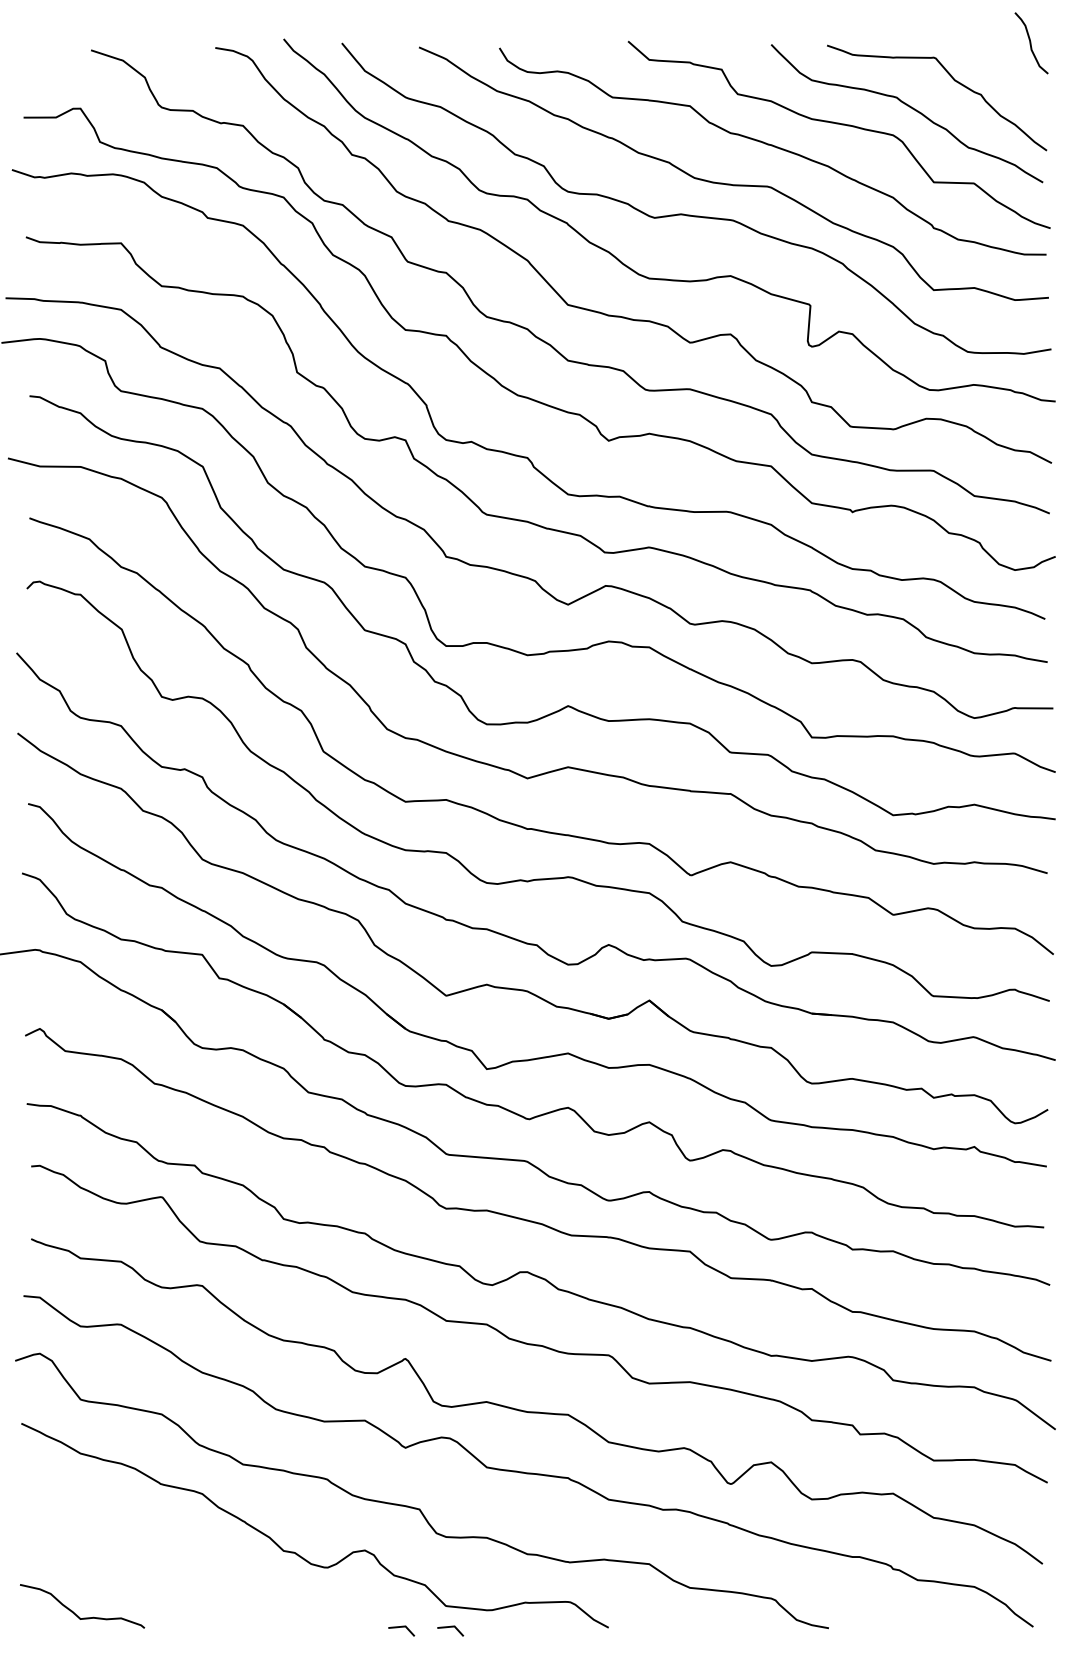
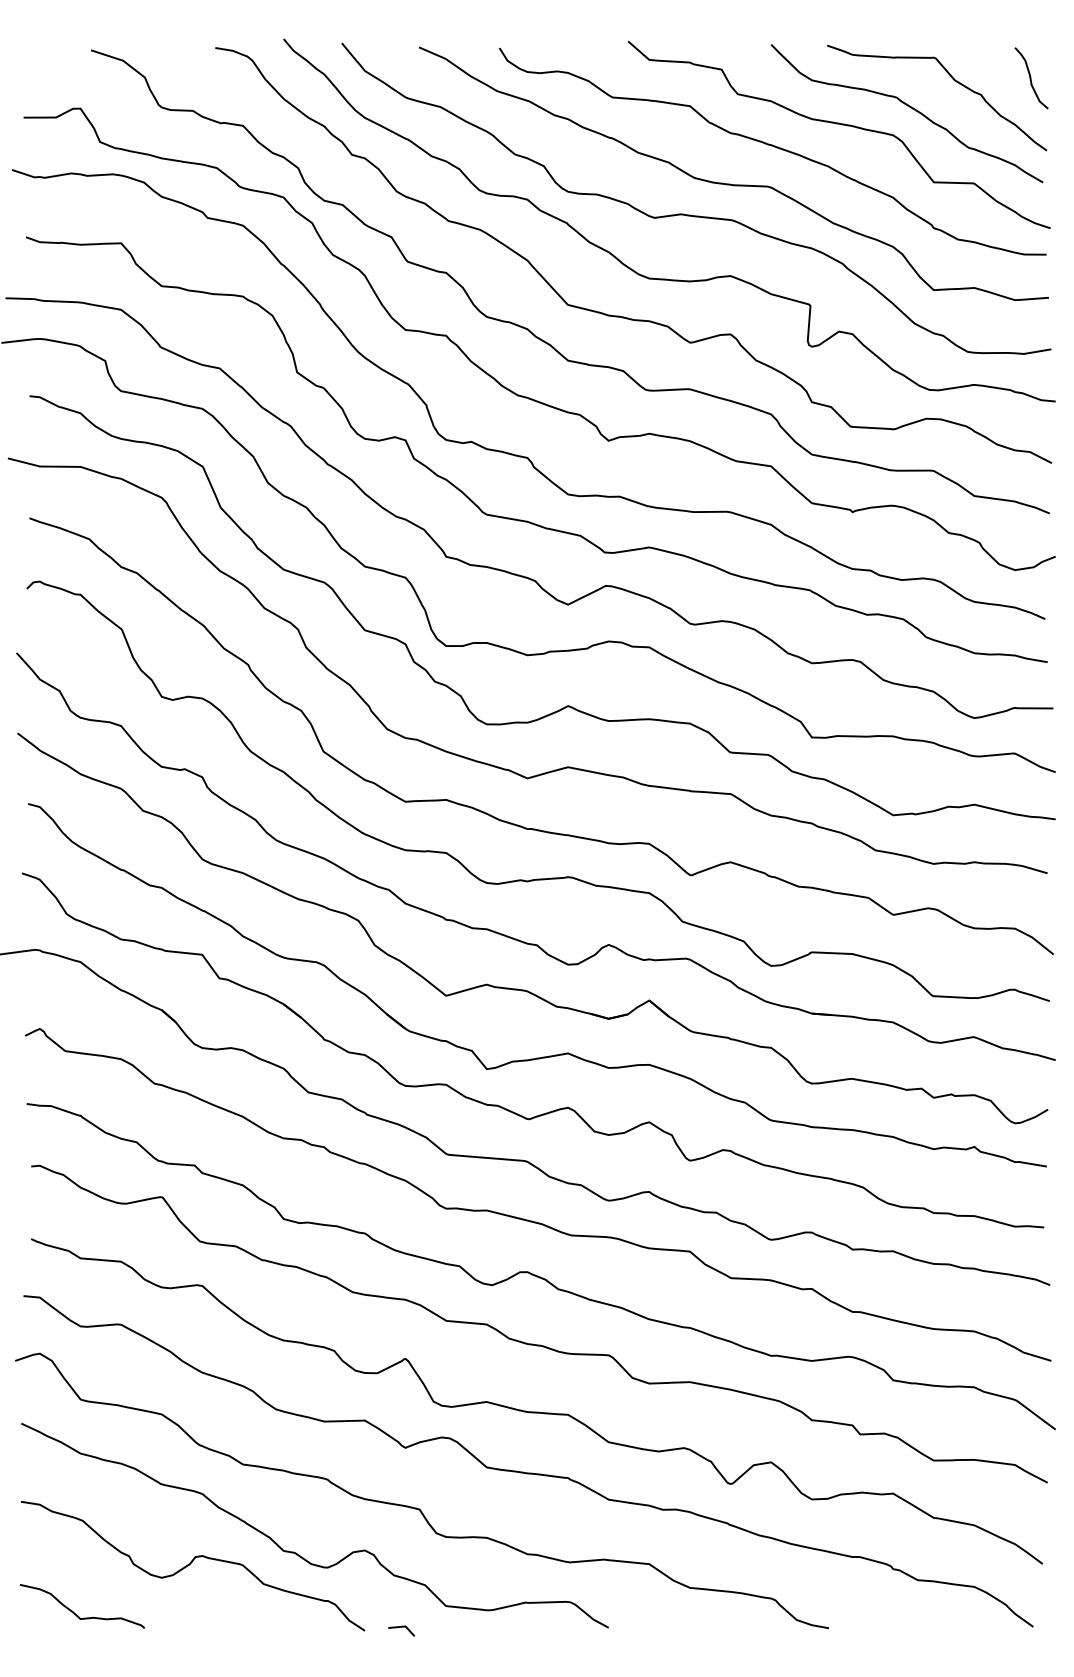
curve at (1031, 43) position: (1031, 43) -> (1031, 78)
curve at (191, 1563): none -> present
line at (450, 1627): present -> none
